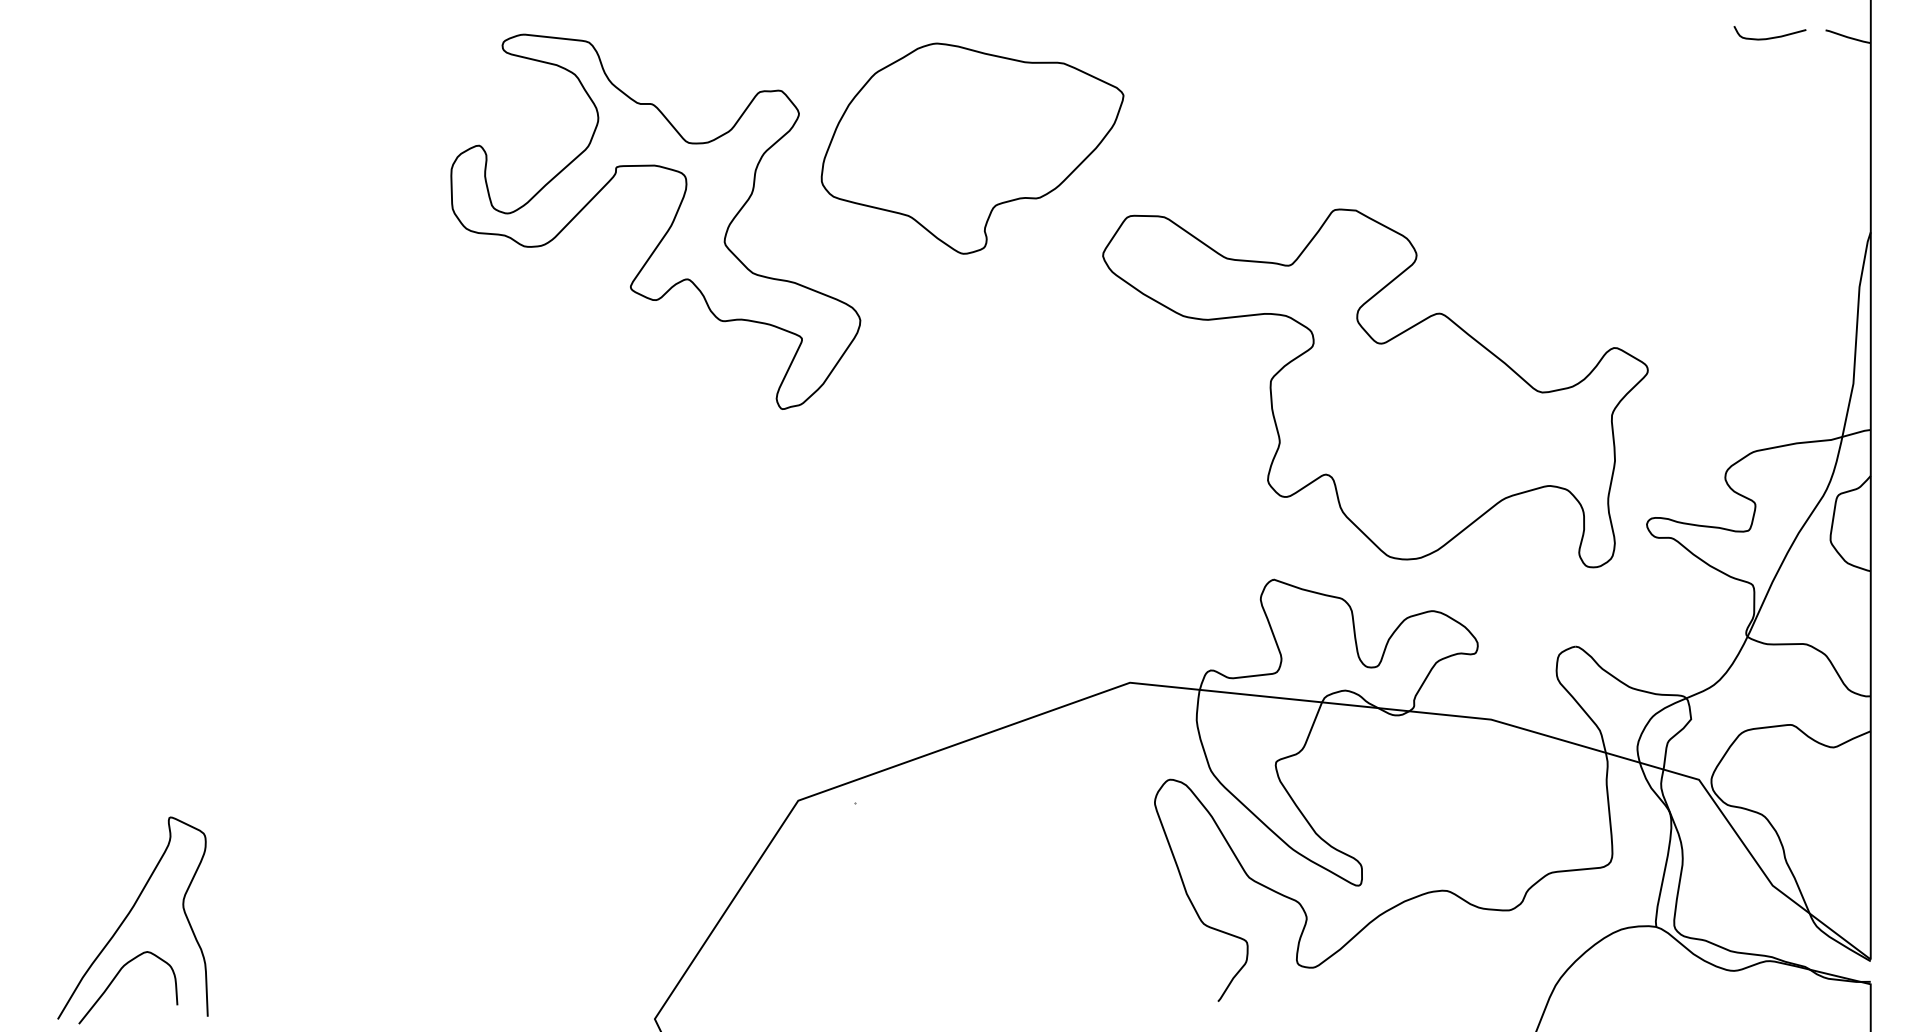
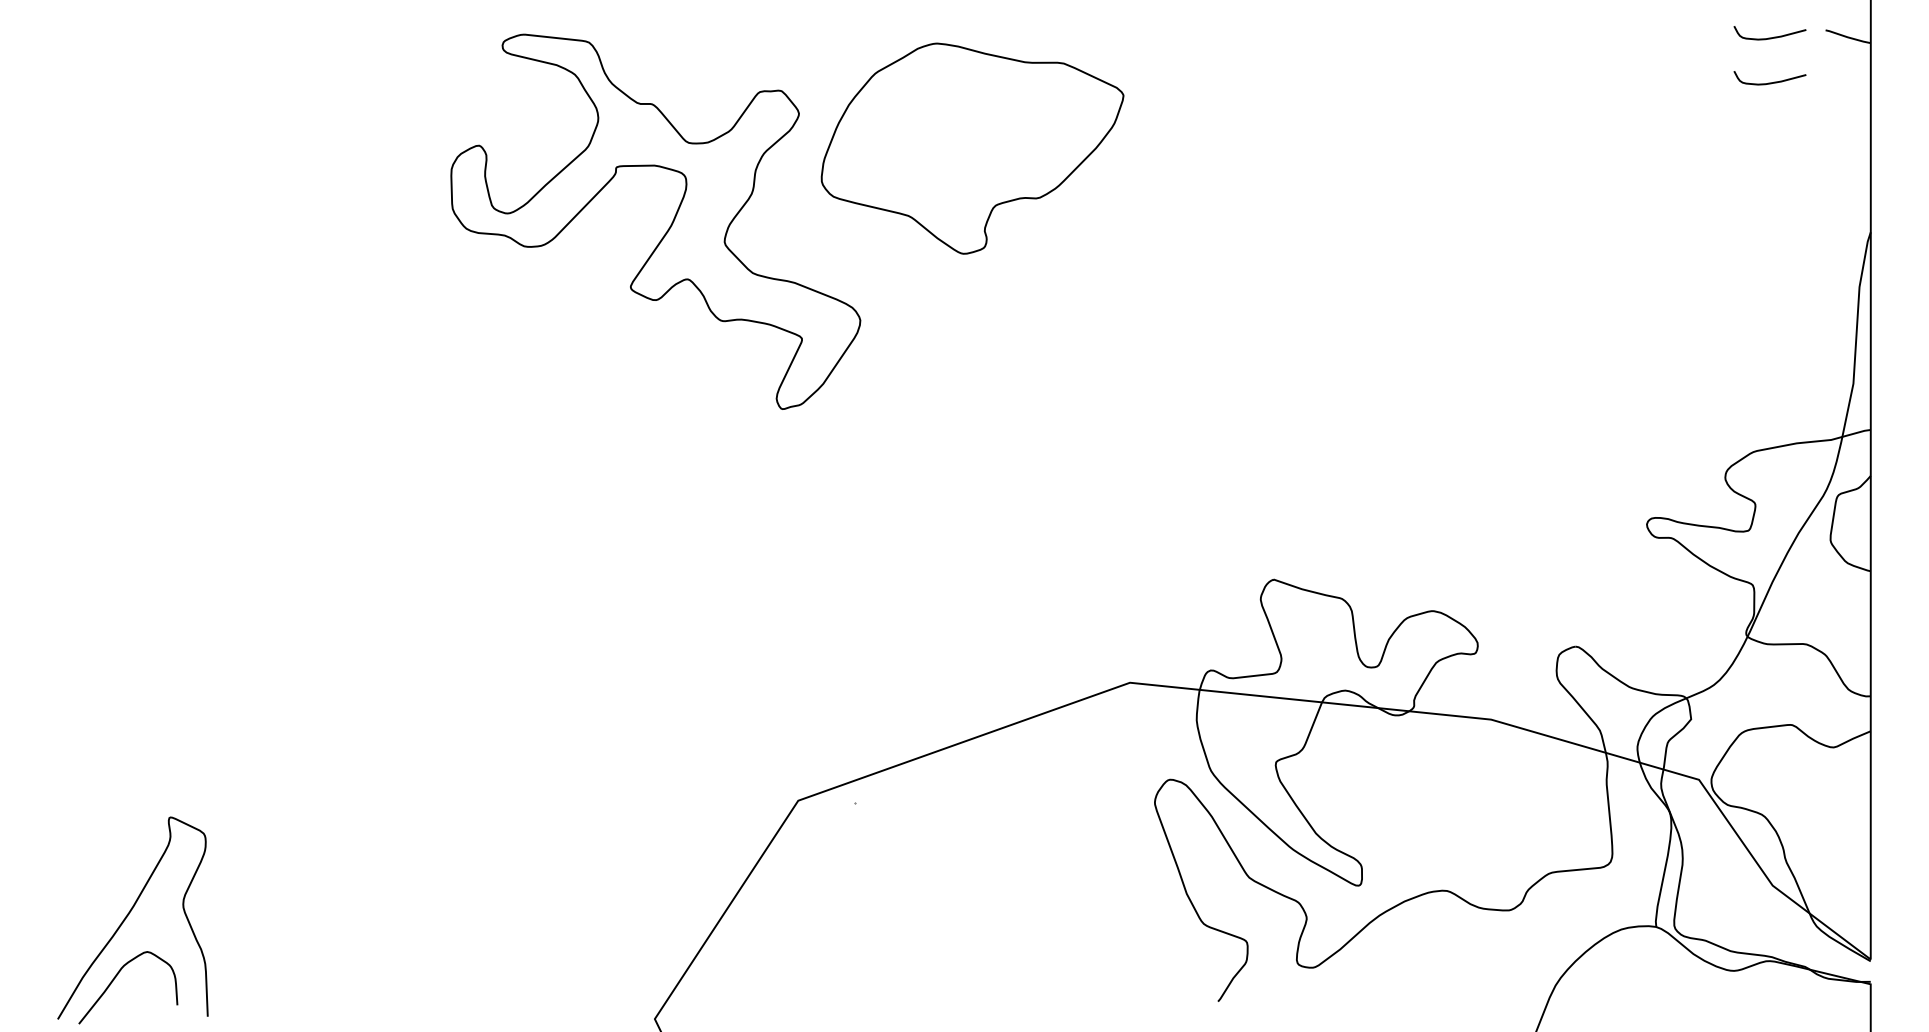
curve at (1769, 82): none -> present
part at (1375, 388): present -> none
